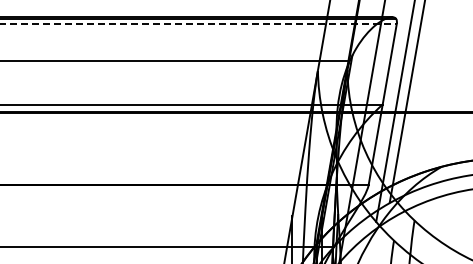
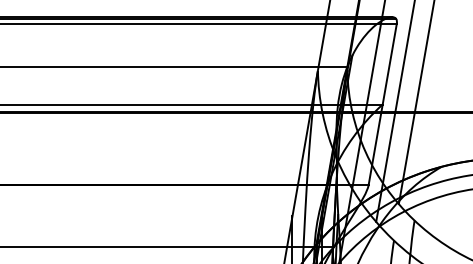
line at (198, 23): dashed -> solid
line at (174, 60) position: (174, 60) -> (174, 66)
line at (406, 102) position: (406, 102) -> (416, 103)
